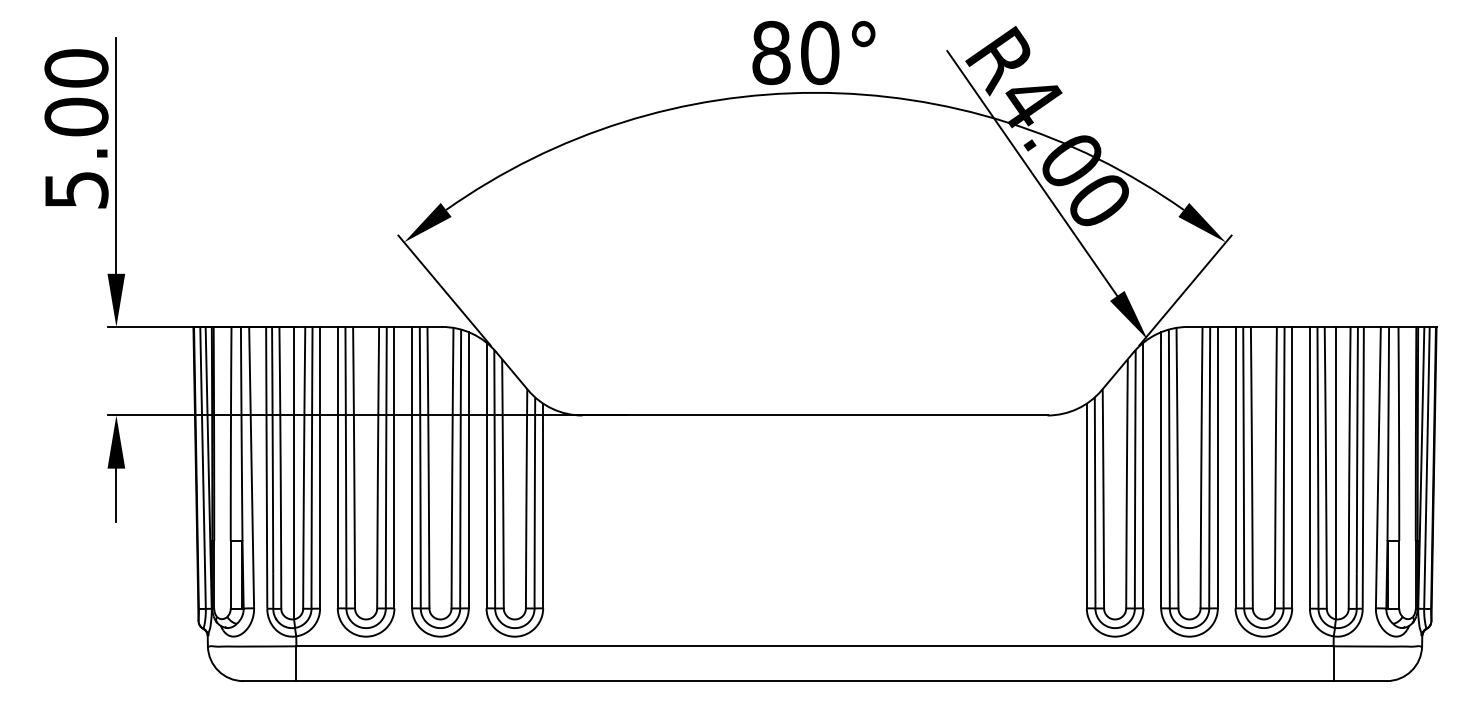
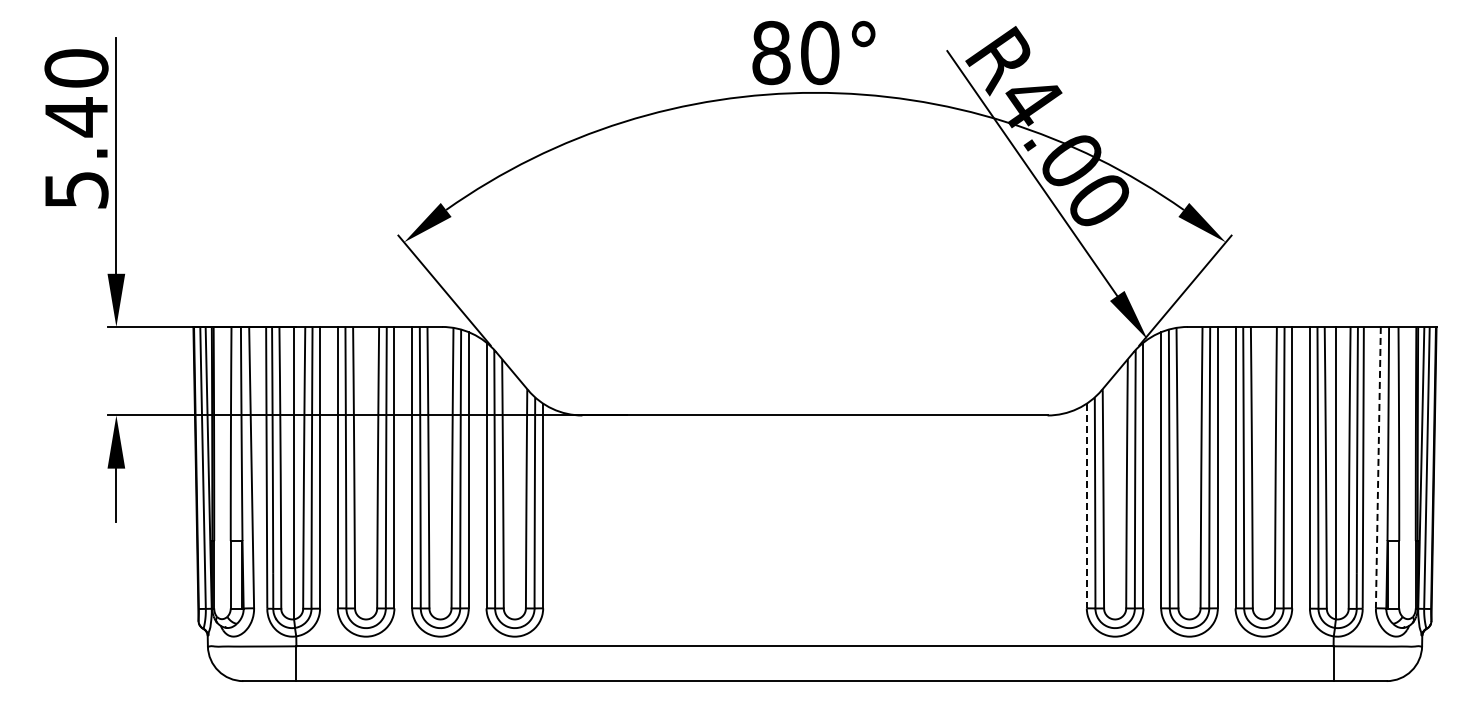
text at (76, 117): 5.00 -> 5.40
line at (1378, 467): solid -> dashed
line at (1086, 506): solid -> dashed
